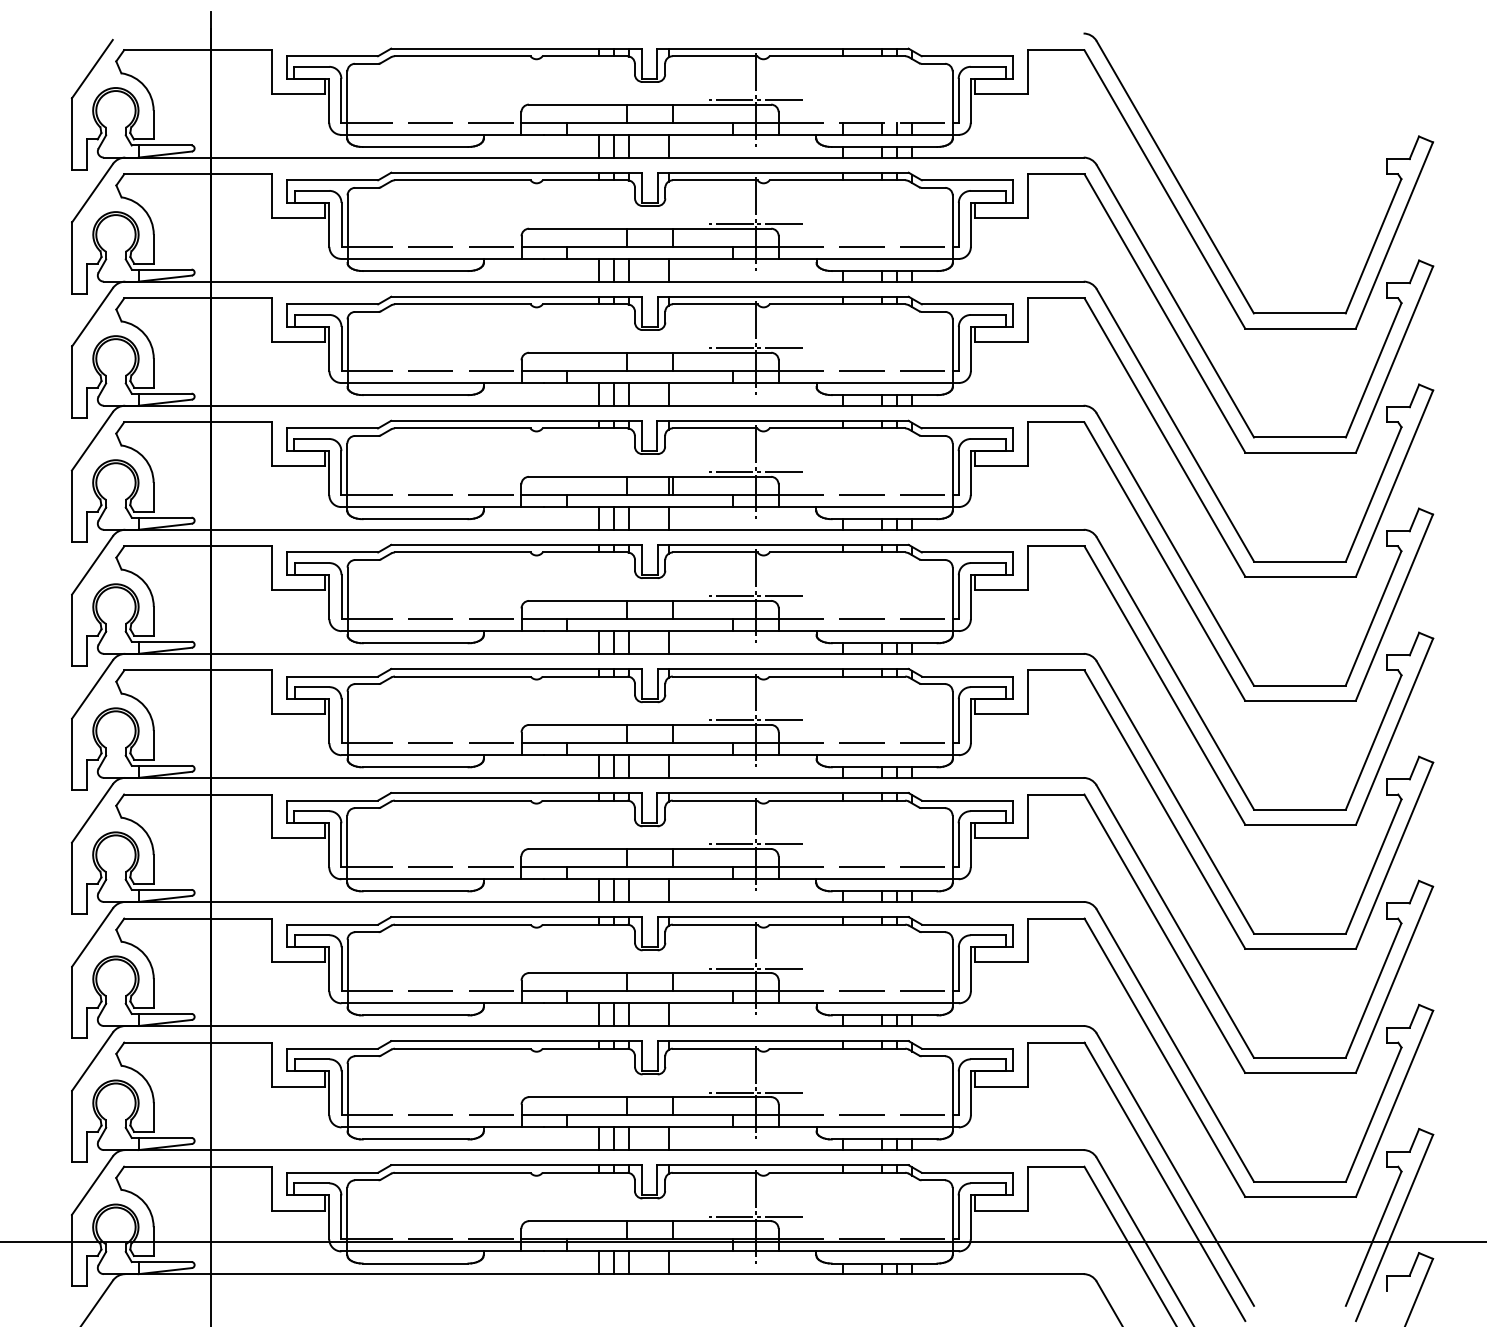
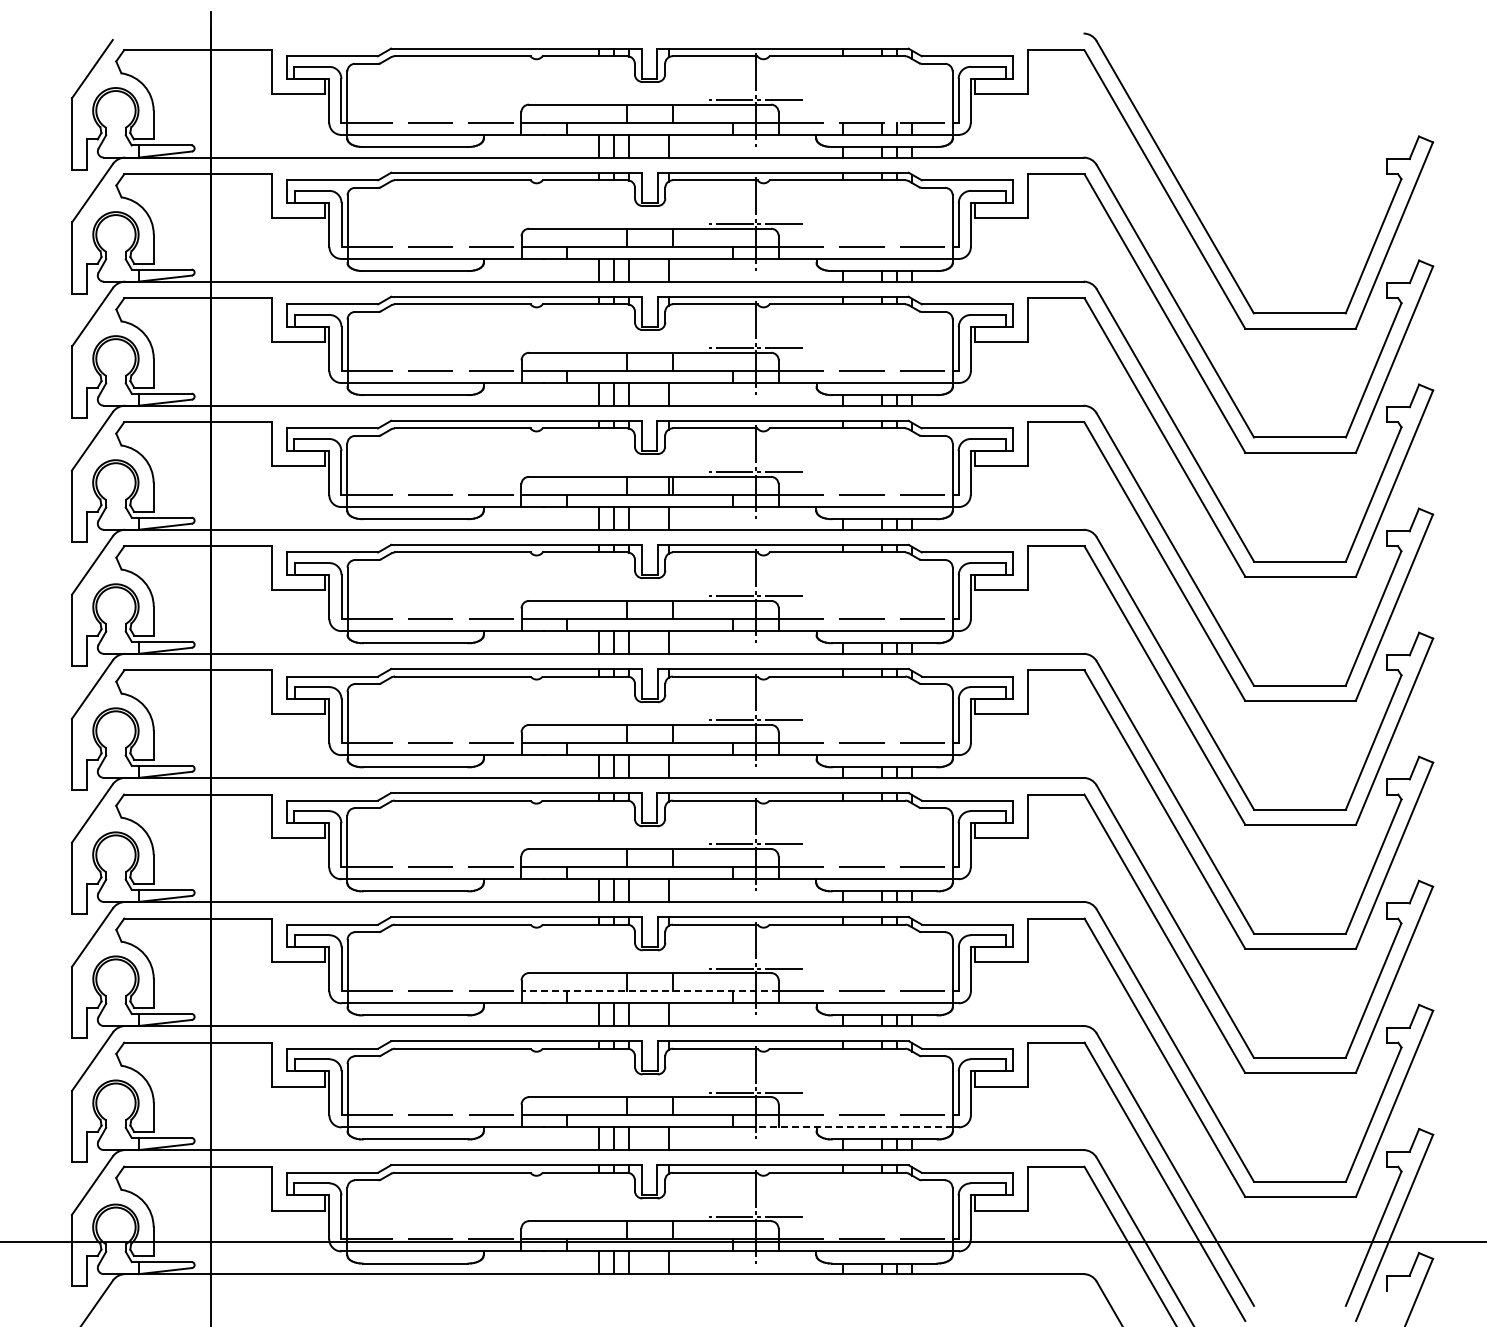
line at (650, 991): solid -> dashed
line at (853, 1127): solid -> dashed
